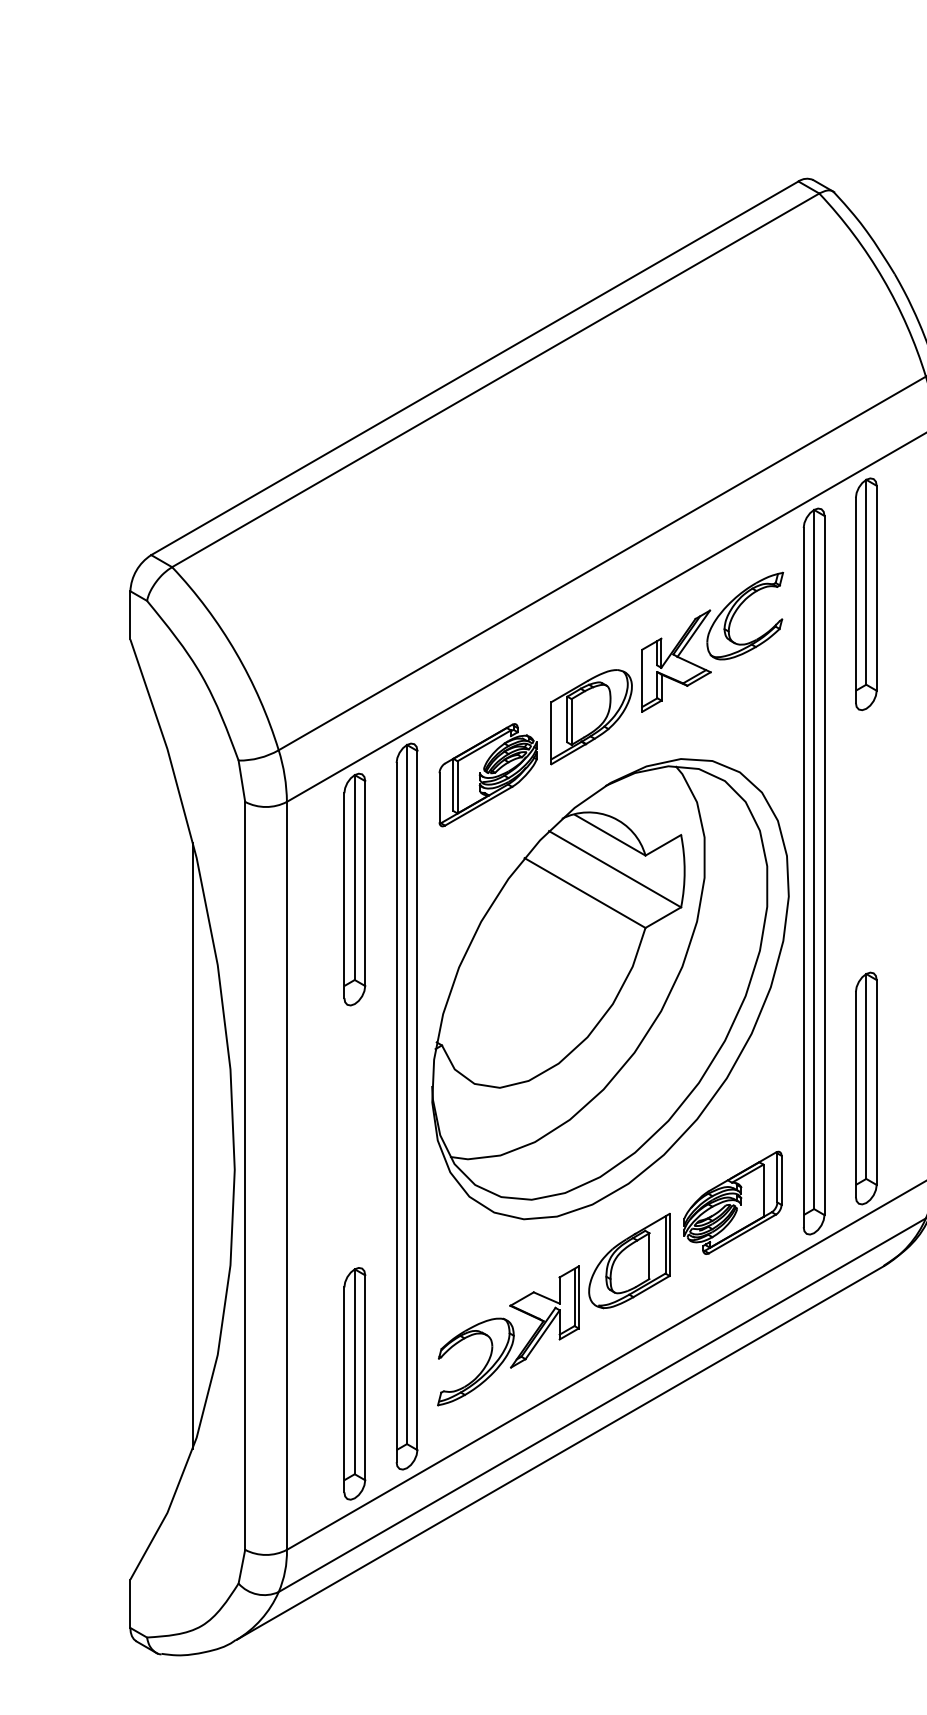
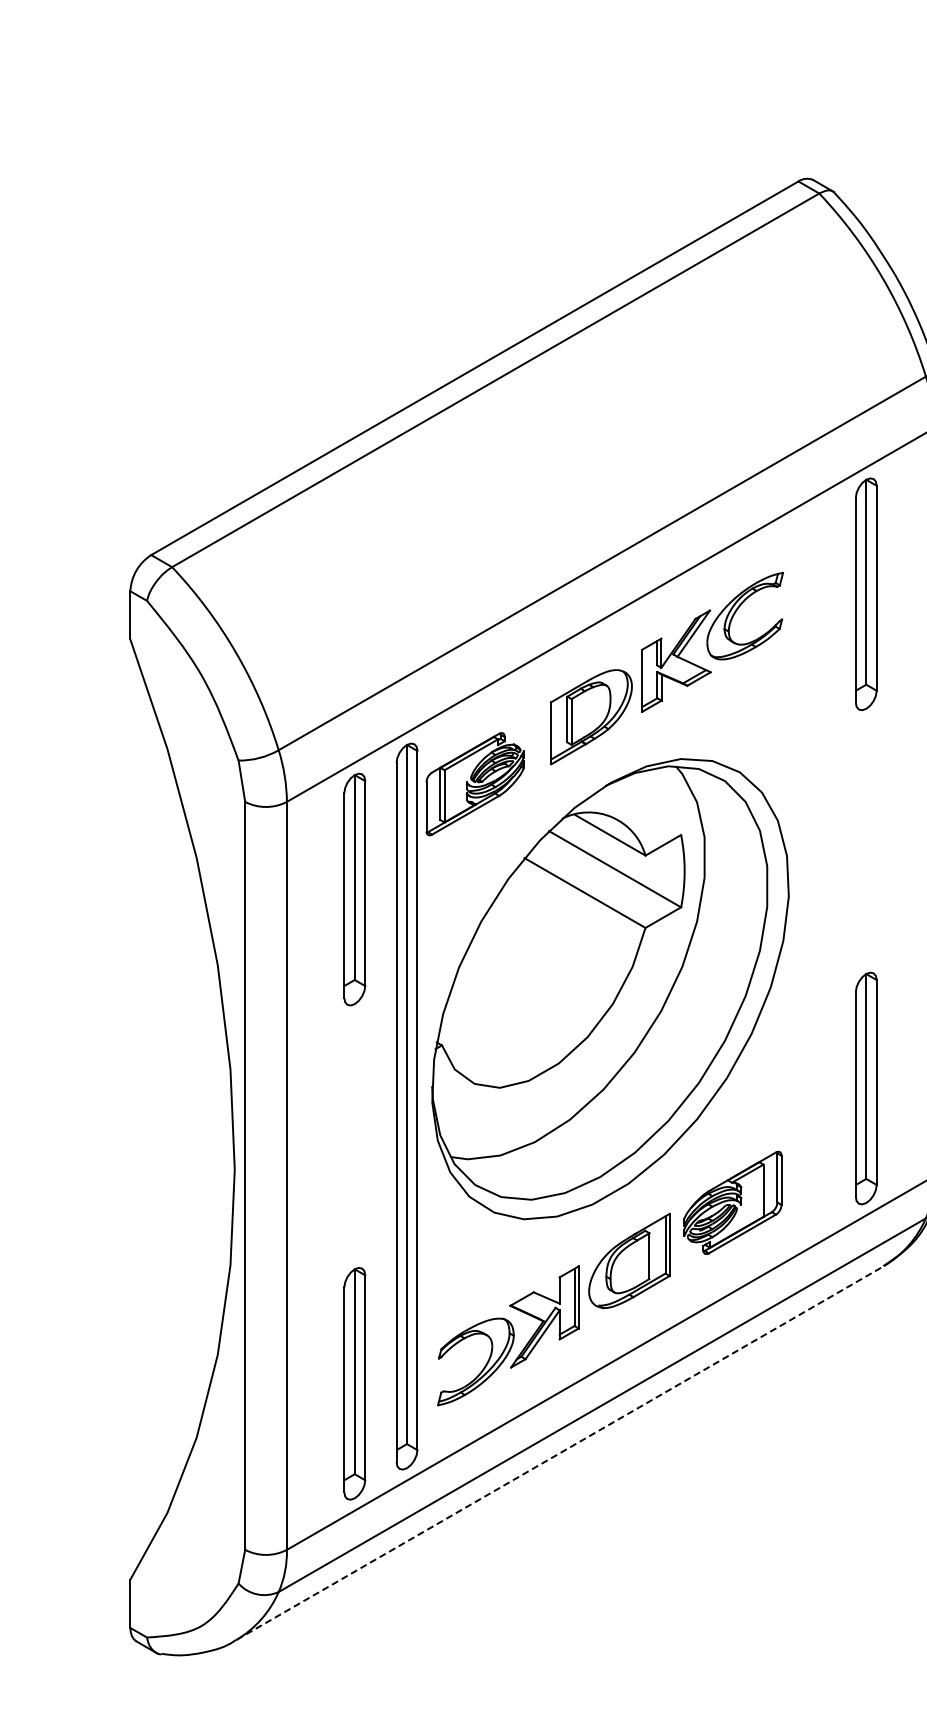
part at (487, 775) position: (487, 775) -> (474, 784)
part at (813, 871): present -> none
line at (192, 1145): present -> none
line at (560, 1452): solid -> dashed
